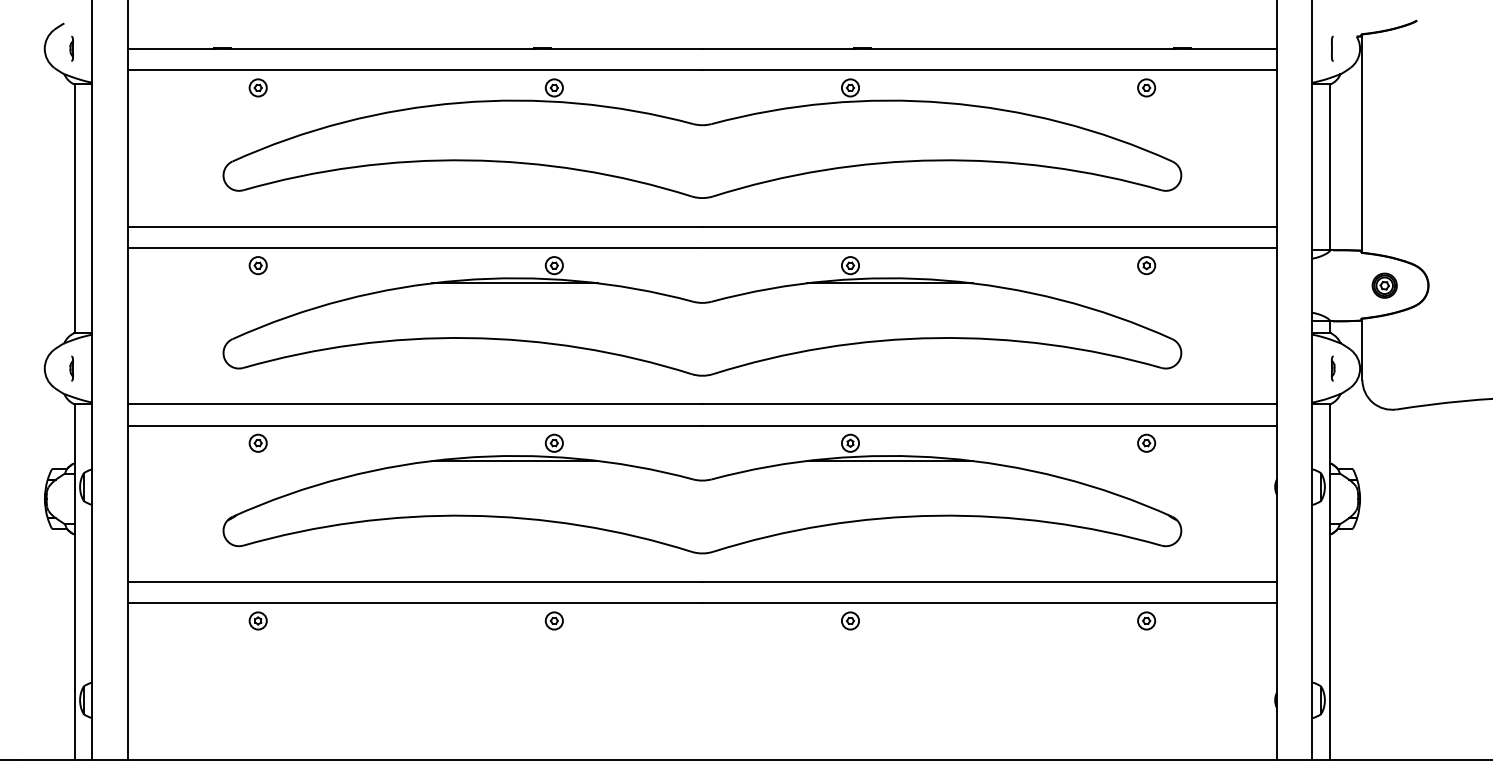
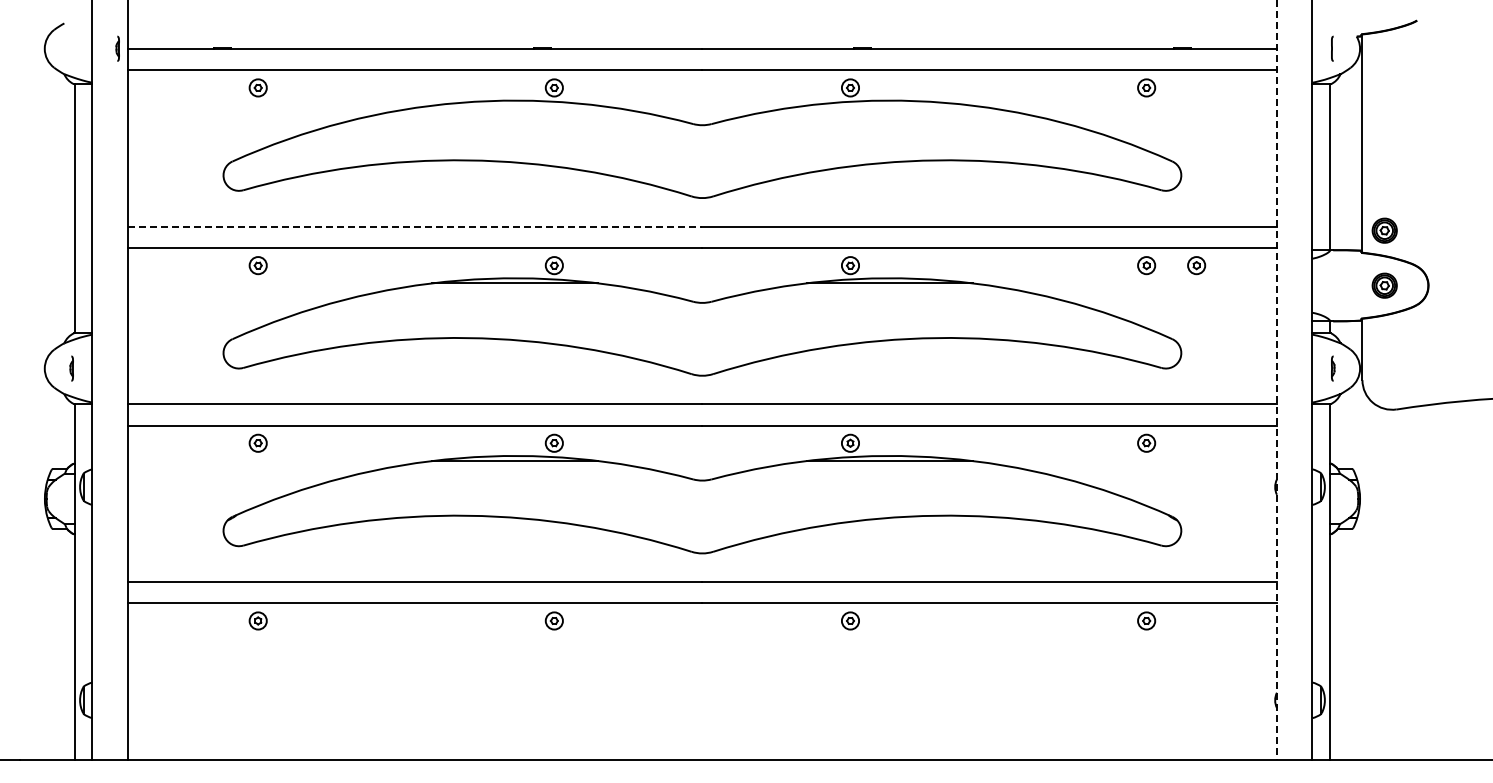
line at (71, 48) position: (71, 48) -> (117, 48)
line at (415, 226): solid -> dashed
part at (1384, 230): none -> present
part at (1196, 265): none -> present
line at (1276, 380): solid -> dashed
